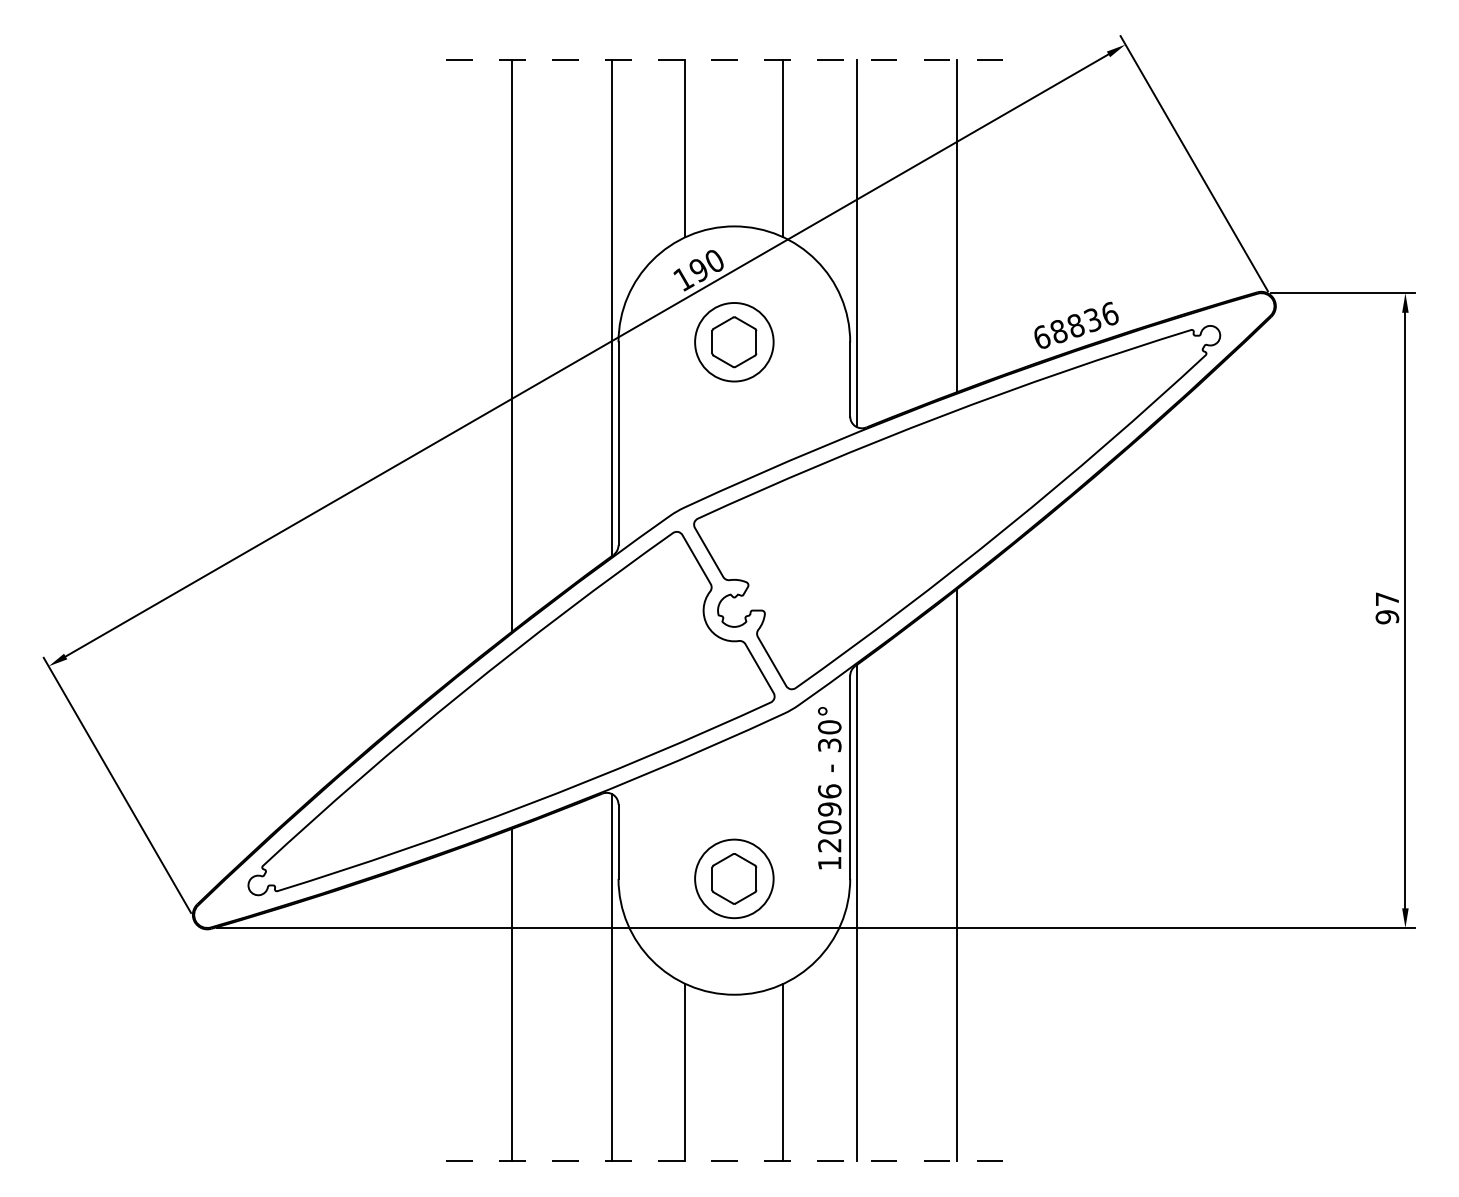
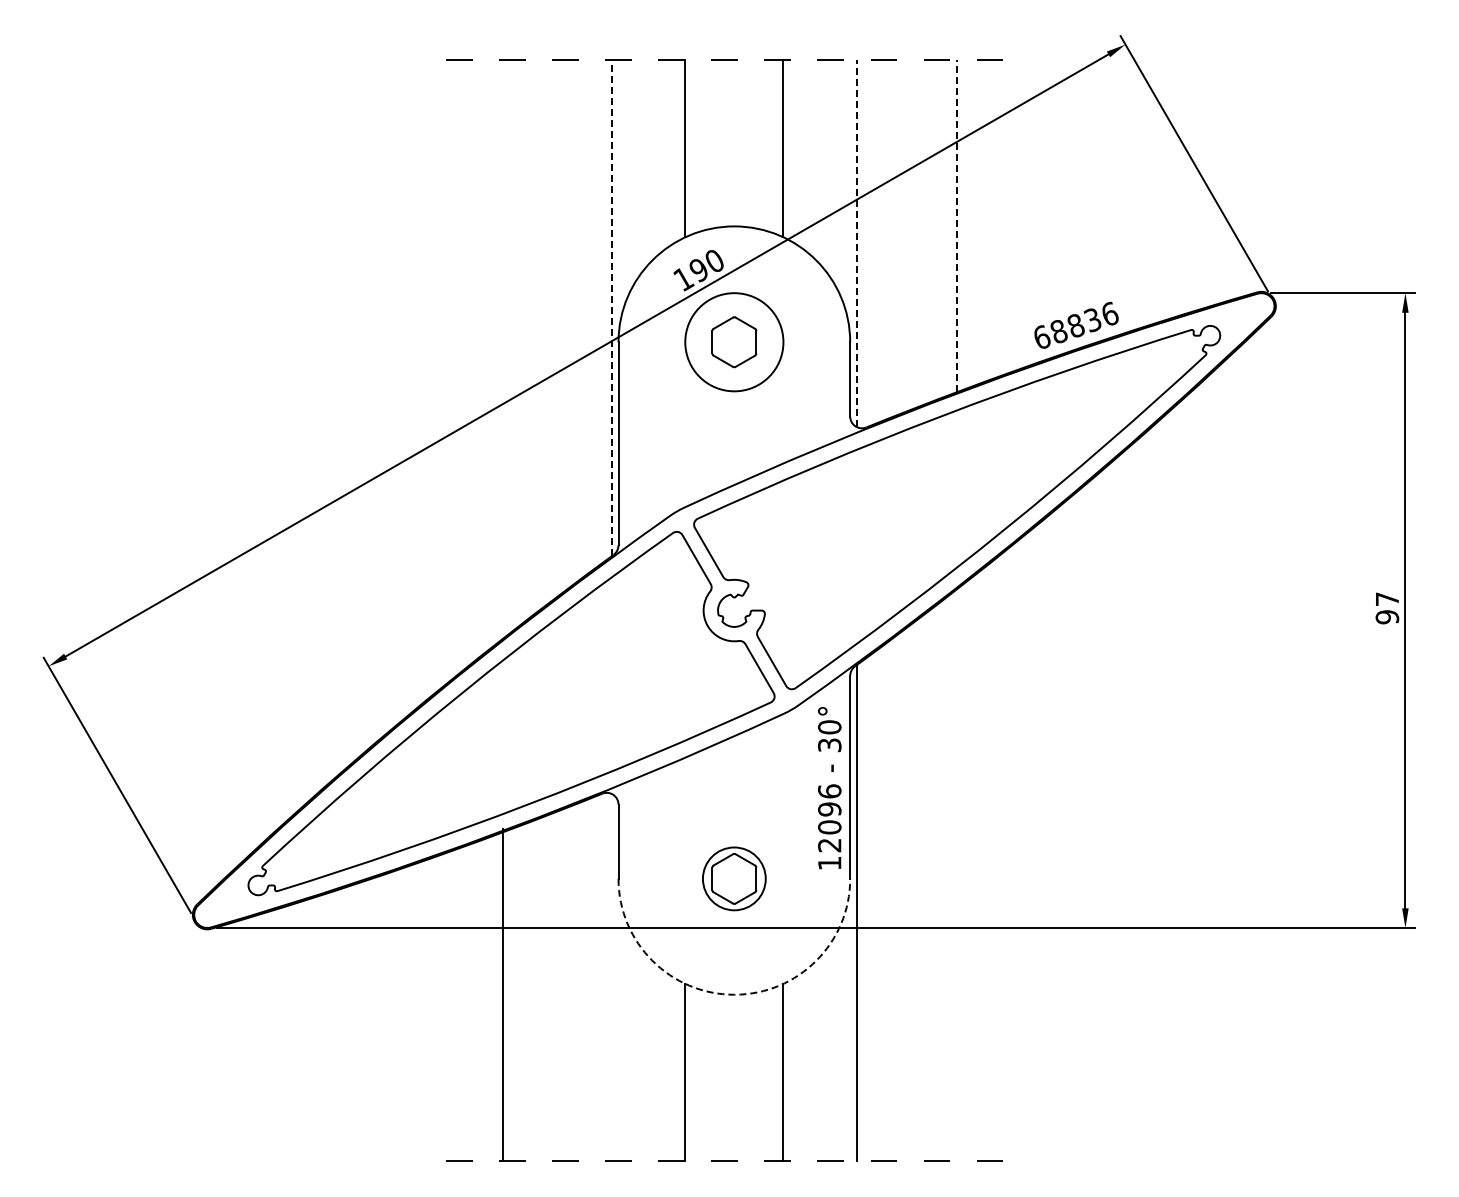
line at (956, 226): solid -> dashed
line at (857, 243): solid -> dashed
line at (611, 308): solid -> dashed
circle at (734, 342) diameter: 79 px -> 98 px
line at (511, 345): present -> none
line at (956, 874): present -> none
circle at (734, 878) diameter: 79 px -> 63 px
line at (611, 976): present -> none
line at (511, 994) position: (511, 994) -> (502, 994)
arc at (734, 994): solid -> dashed
